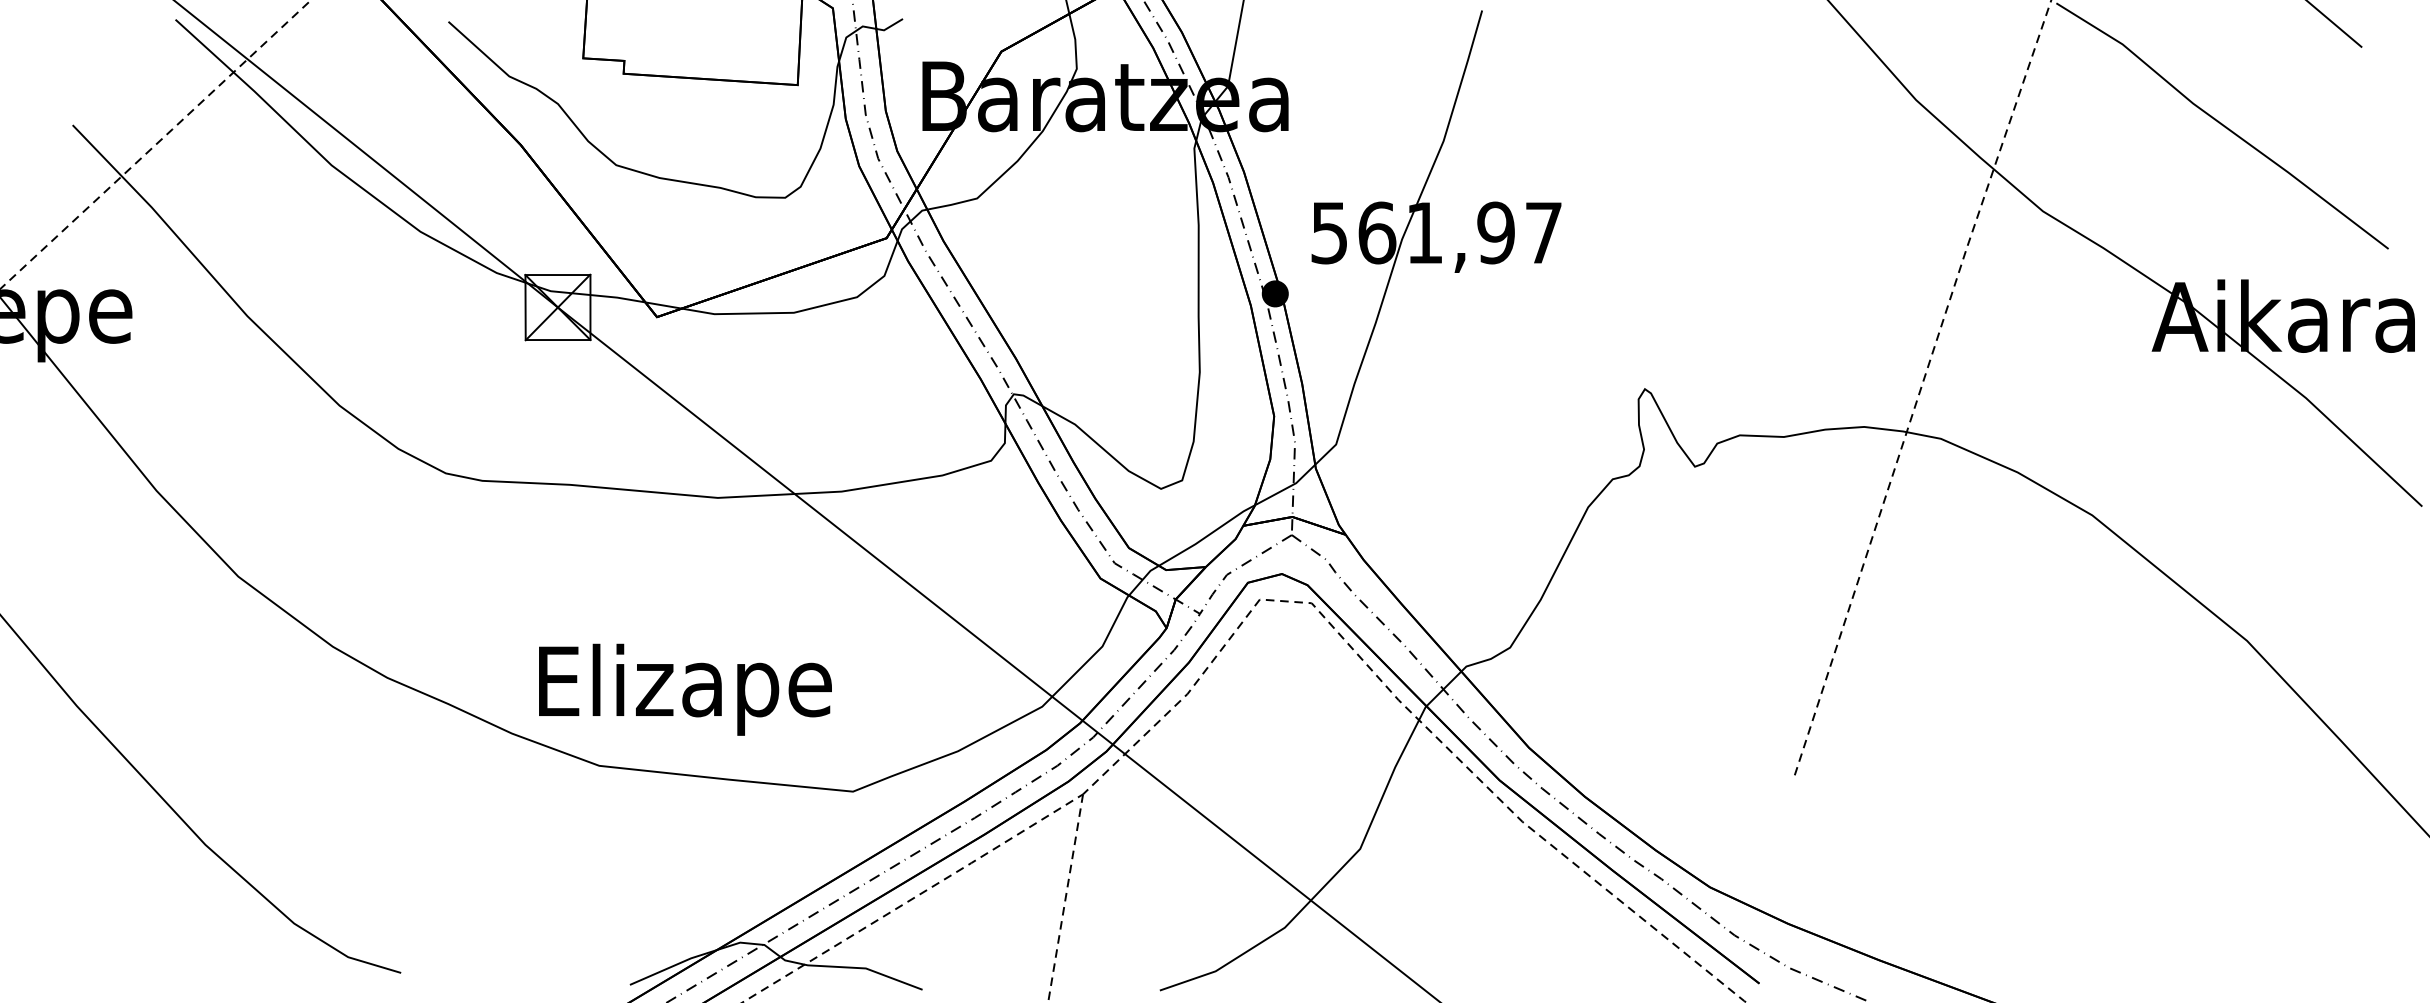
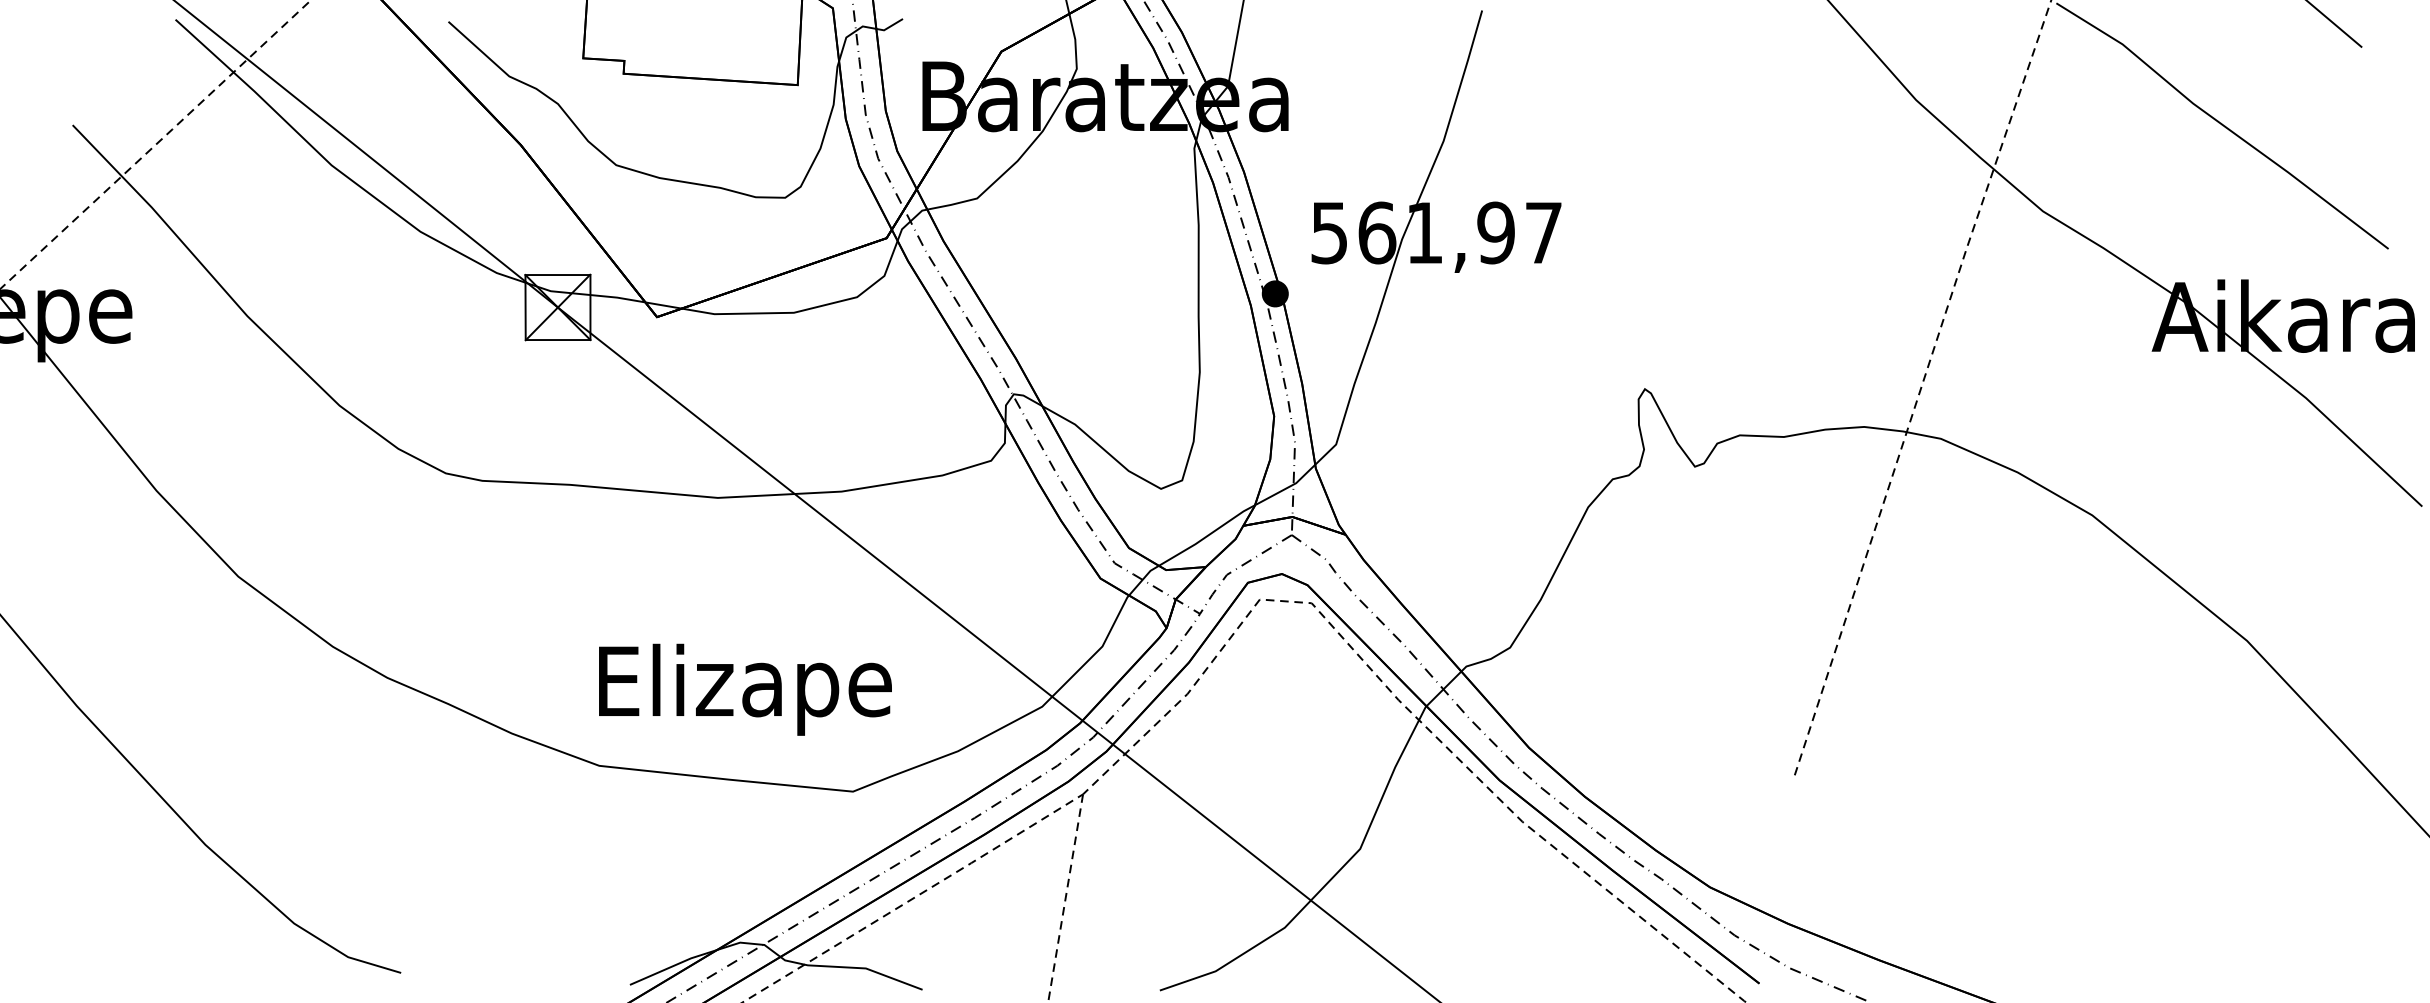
text at (685, 689) position: (685, 689) -> (745, 689)
